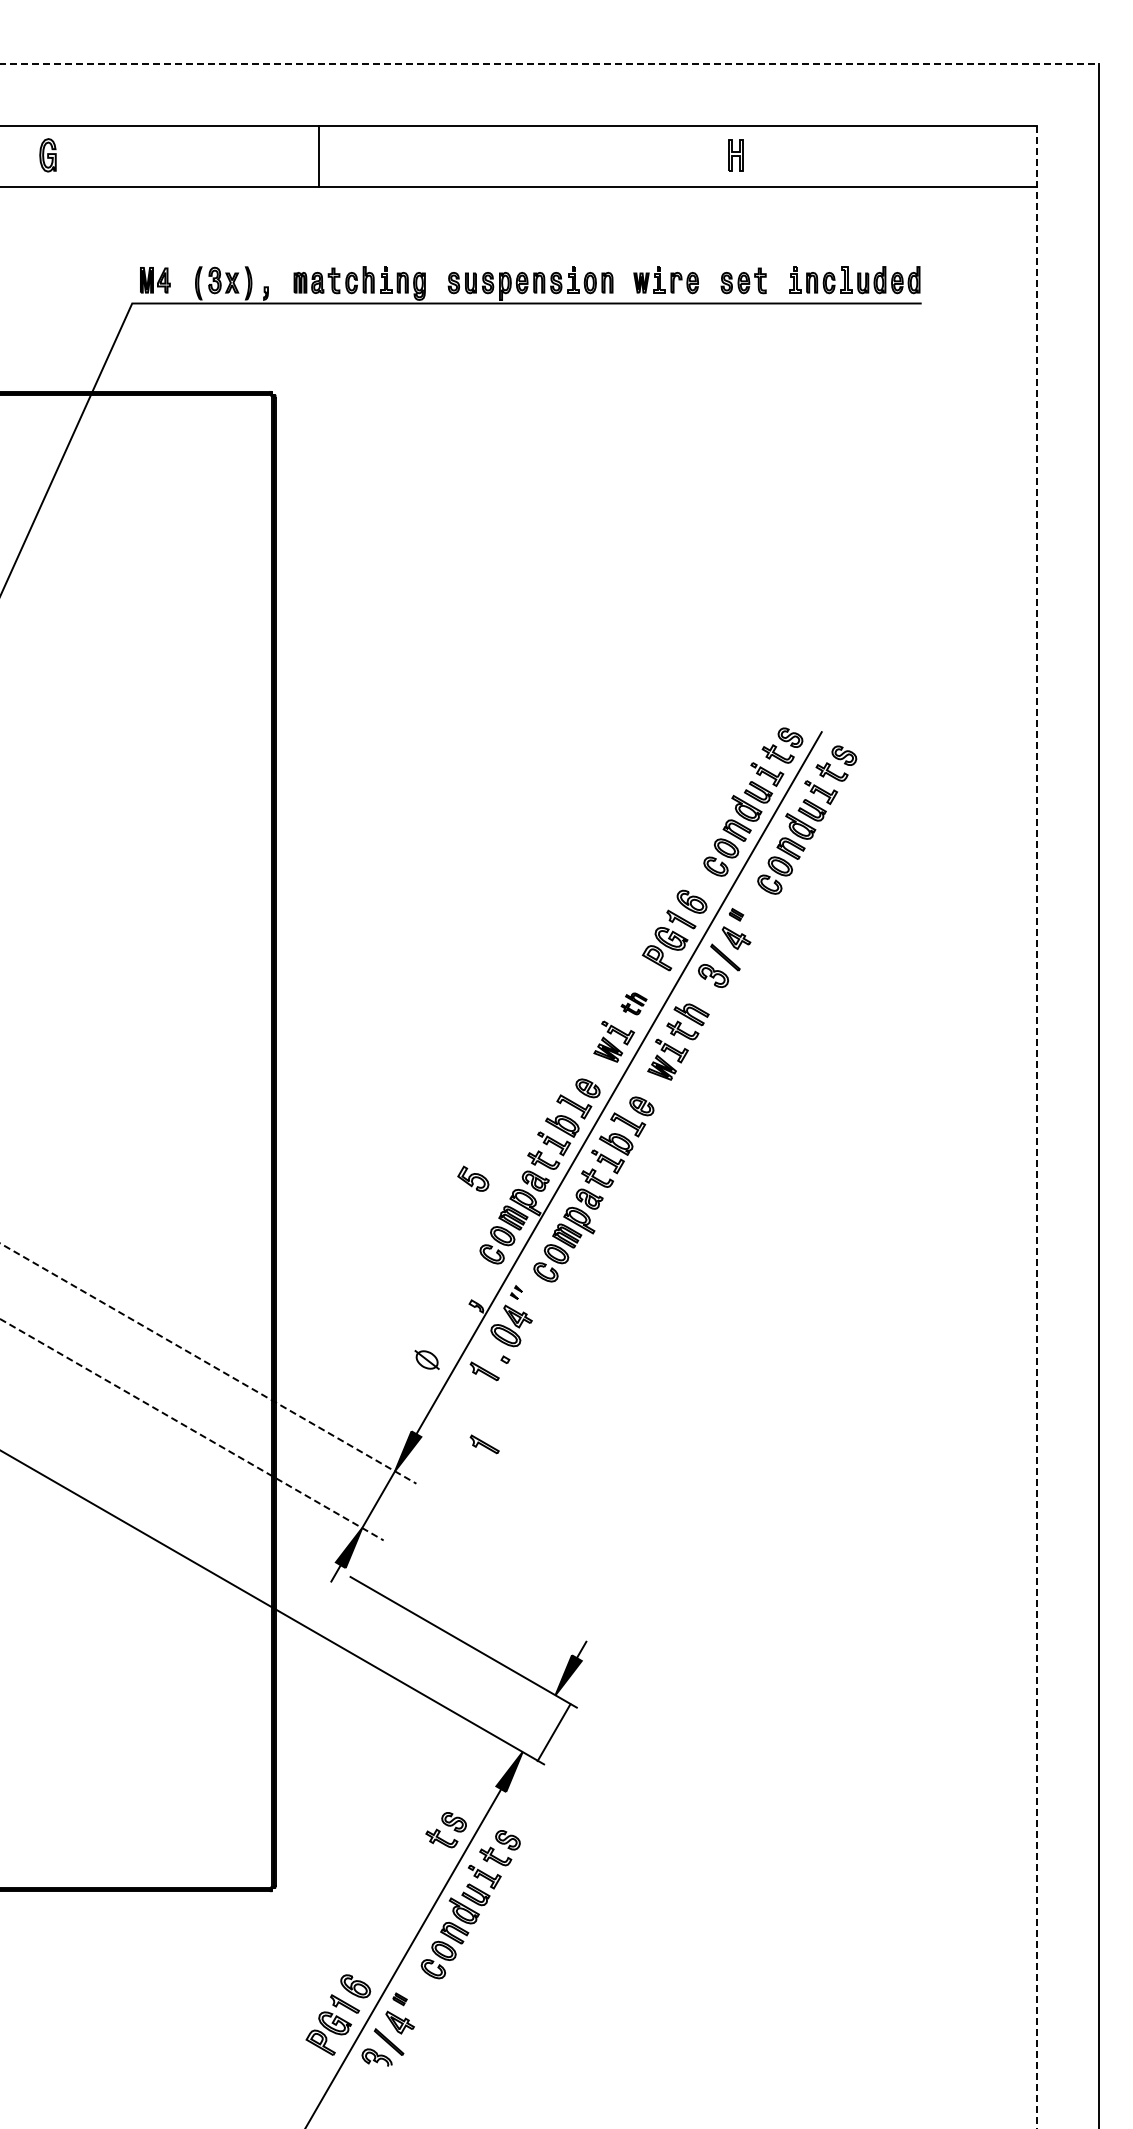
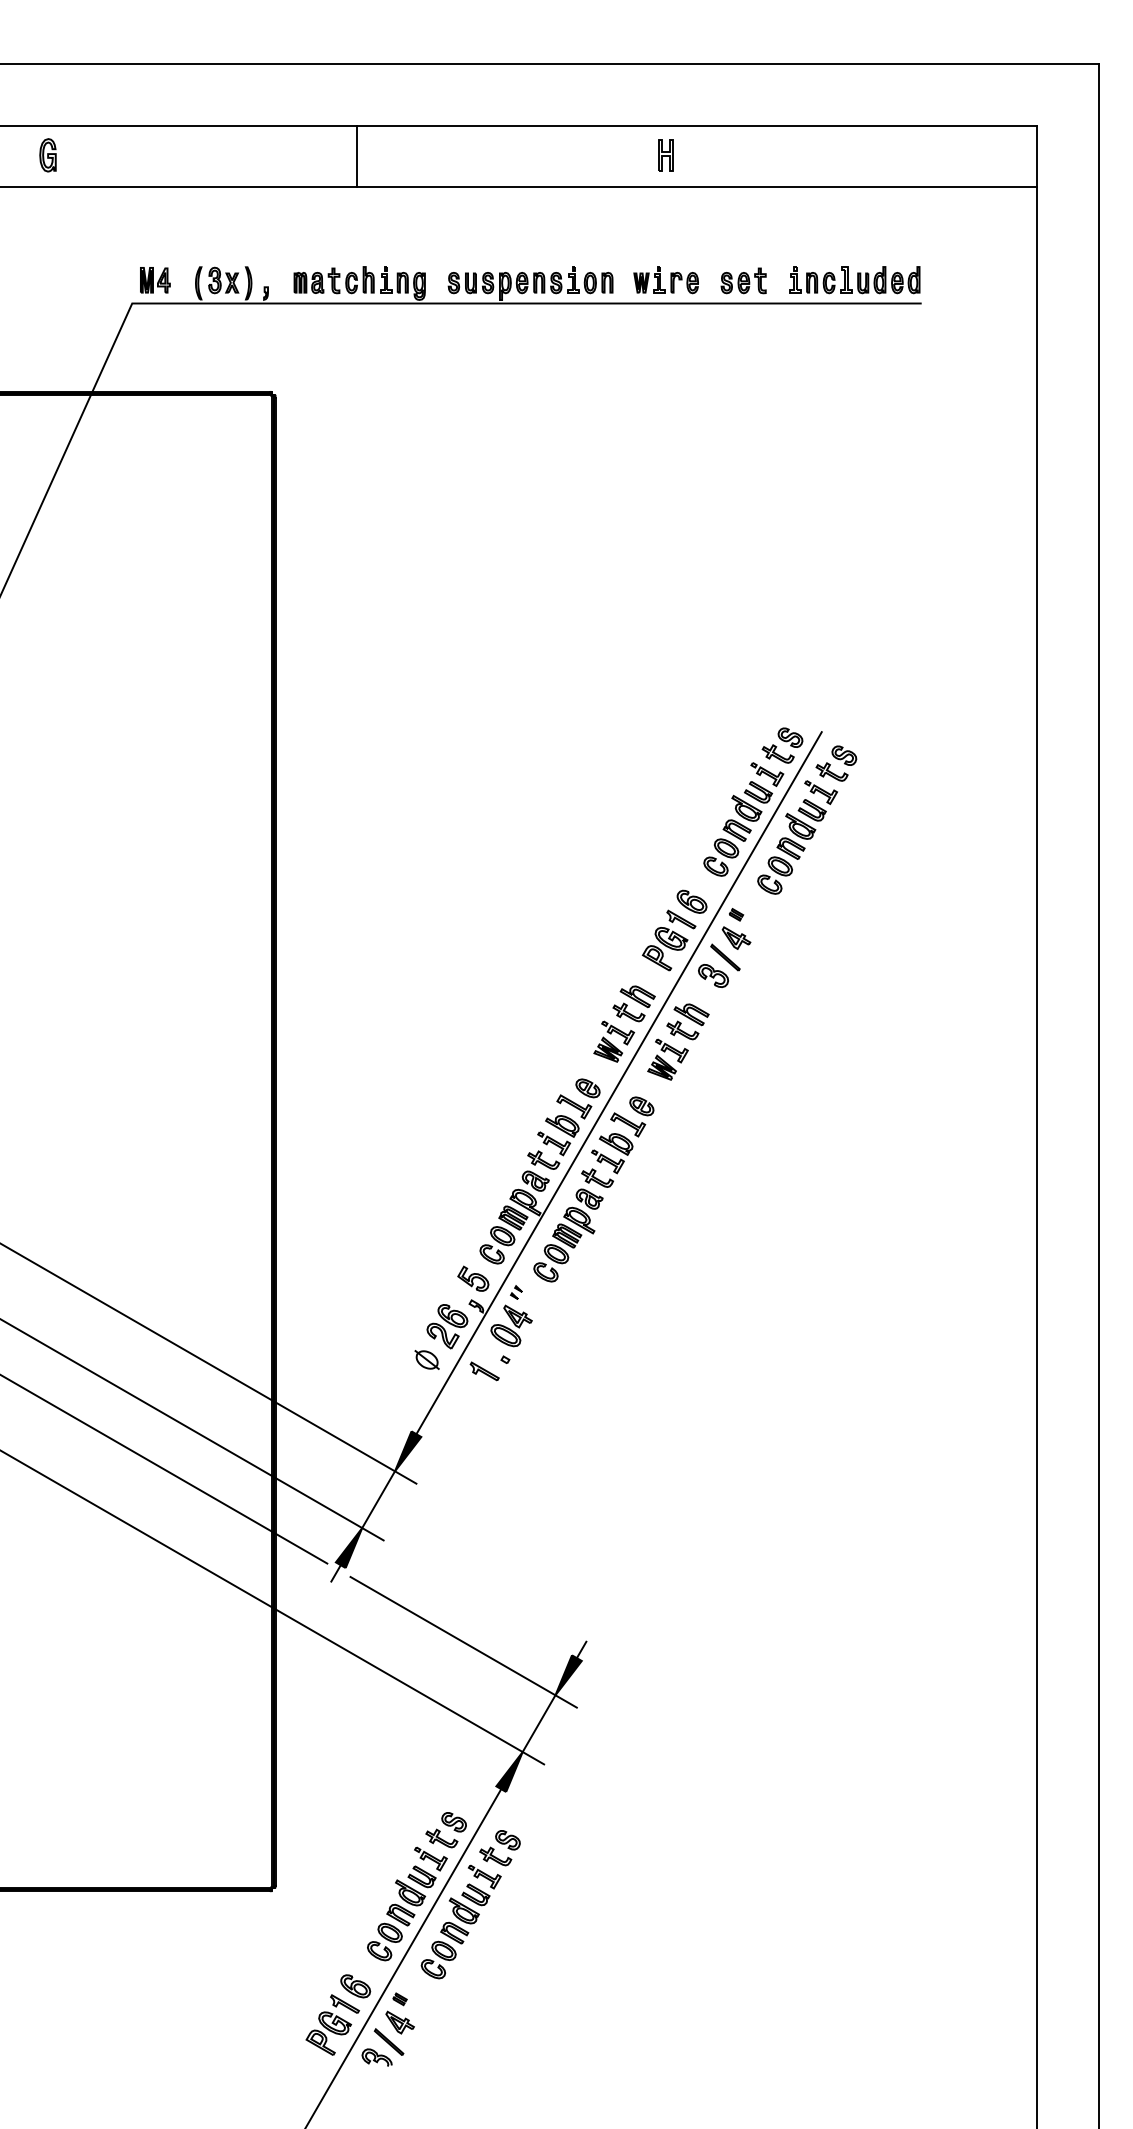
line at (549, 63): dashed -> solid
part at (735, 155) position: (735, 155) -> (665, 155)
line at (319, 156) position: (319, 156) -> (357, 156)
part at (633, 1003) size: 28x24 px -> 44x38 px
line at (1037, 1127): dashed -> solid
part at (473, 1178) position: (473, 1178) -> (473, 1278)
part at (447, 1326): none -> present
line at (208, 1363): dashed -> solid
line at (192, 1430): dashed -> solid
part at (484, 1444): present -> none
line at (164, 1469): none -> present
line at (553, 1732) position: (553, 1732) -> (538, 1723)
part at (407, 1903): none -> present
